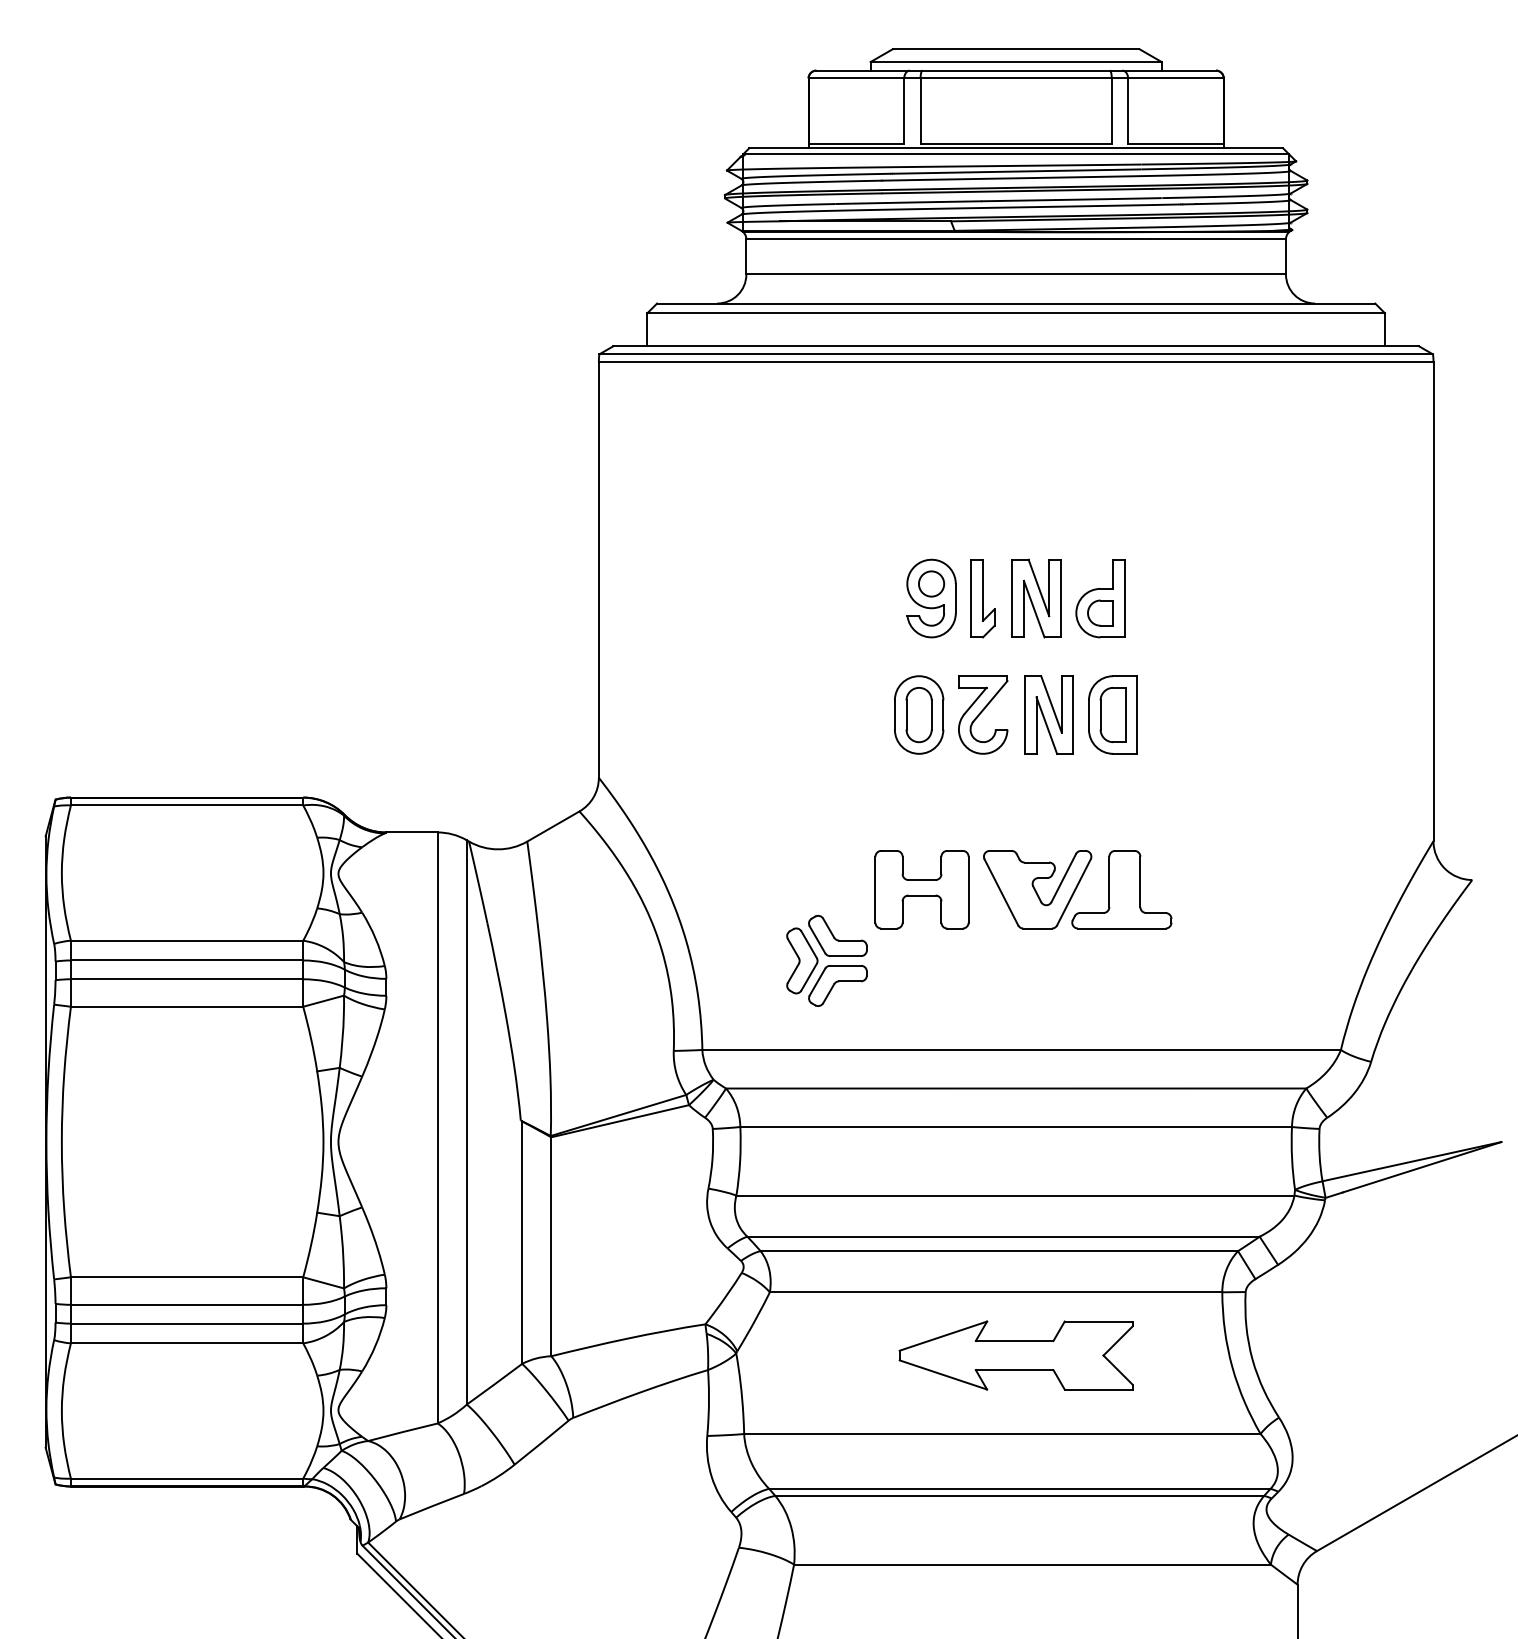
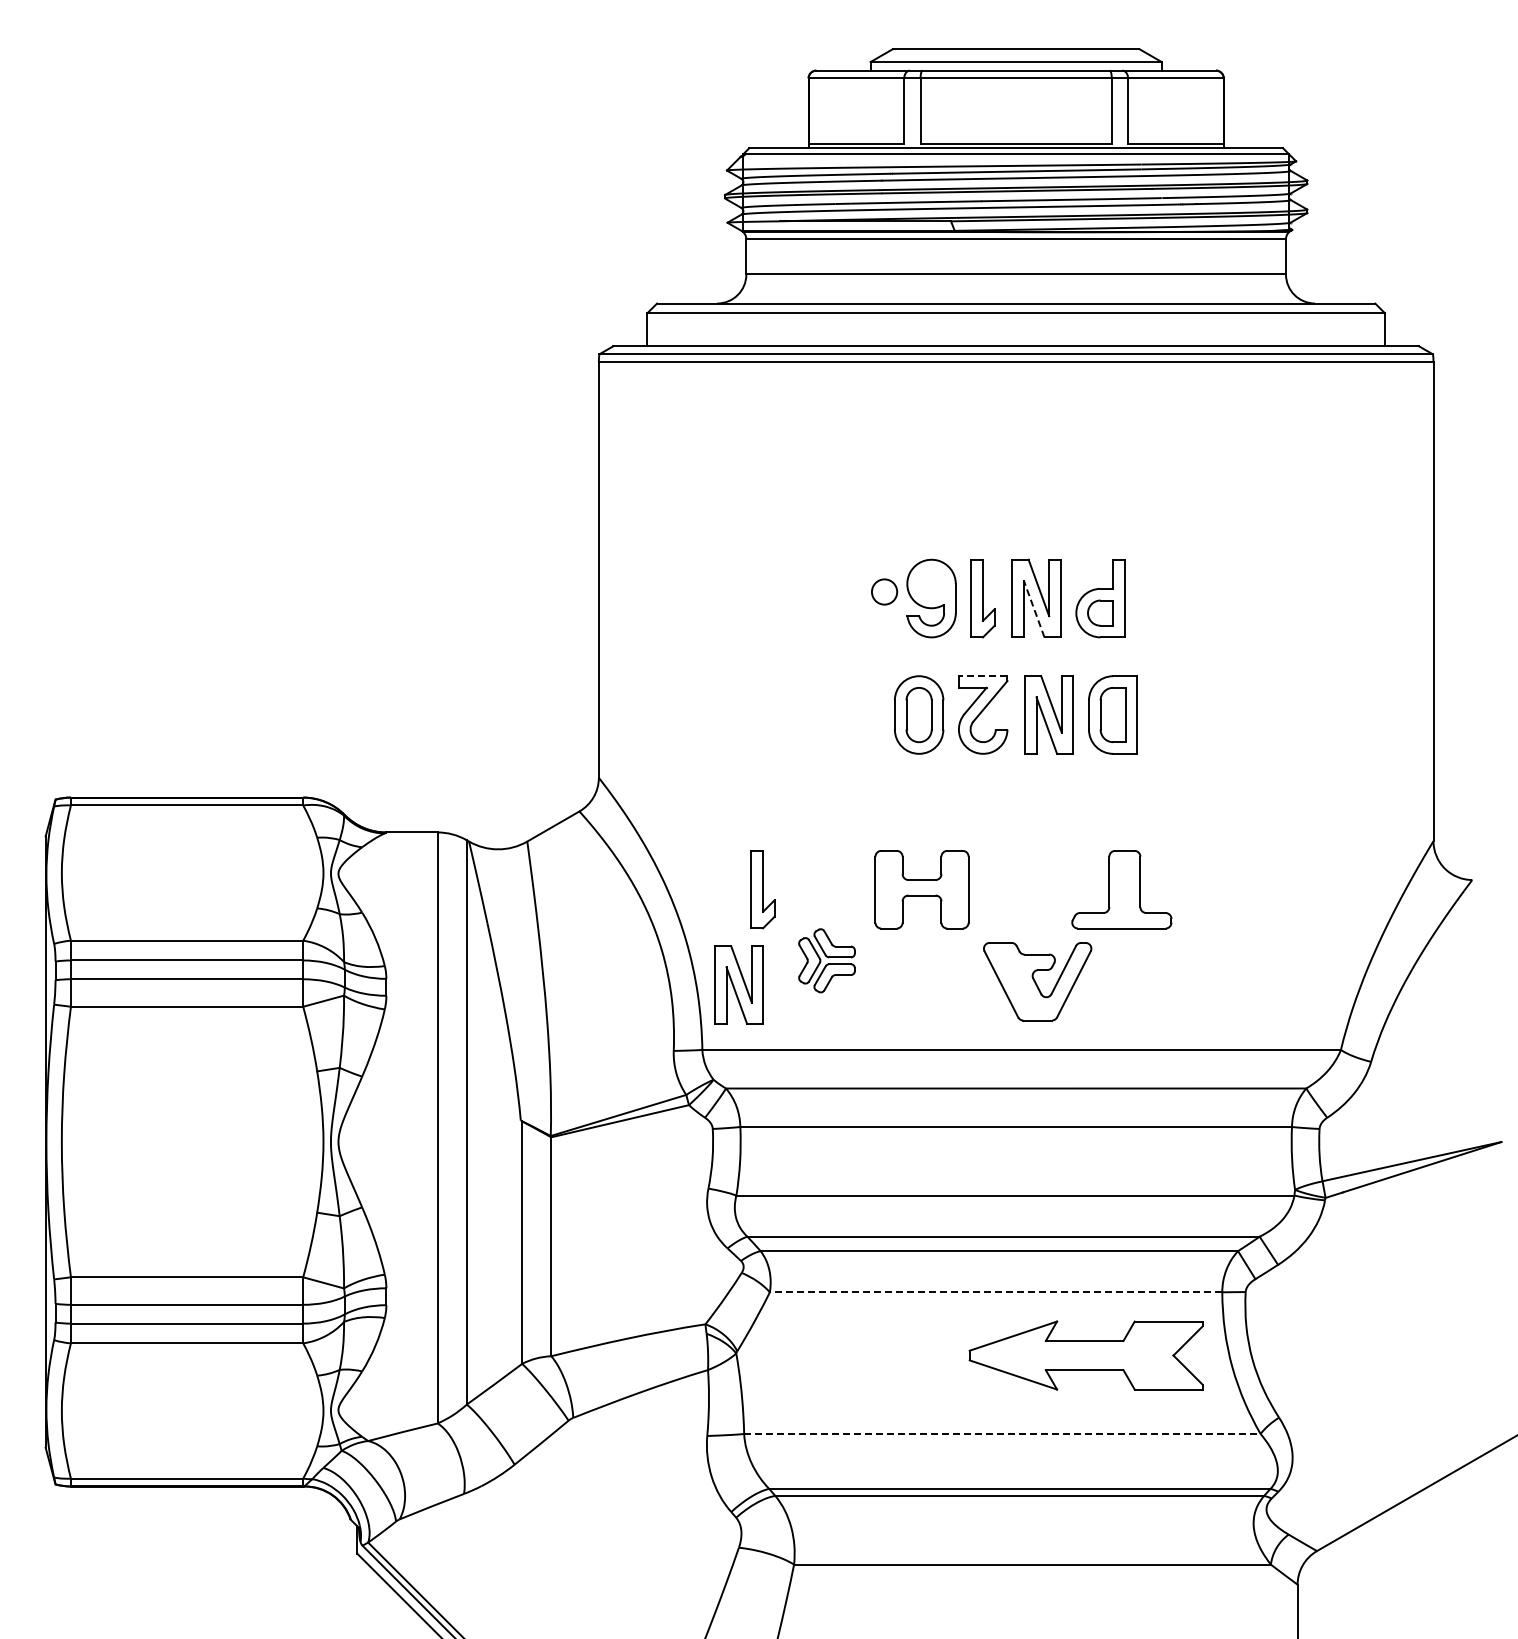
circle at (931, 583) position: (931, 583) -> (884, 591)
line at (1034, 608): solid -> dashed
line at (982, 676): solid -> dashed
part at (762, 889): none -> present
part at (1037, 889) position: (1037, 889) -> (1037, 981)
part at (826, 960) size: 82x93 px -> 58x66 px
part at (738, 984): none -> present
line at (995, 1292): solid -> dashed
part at (1015, 1355) position: (1015, 1355) -> (1085, 1355)
line at (1002, 1434): solid -> dashed
